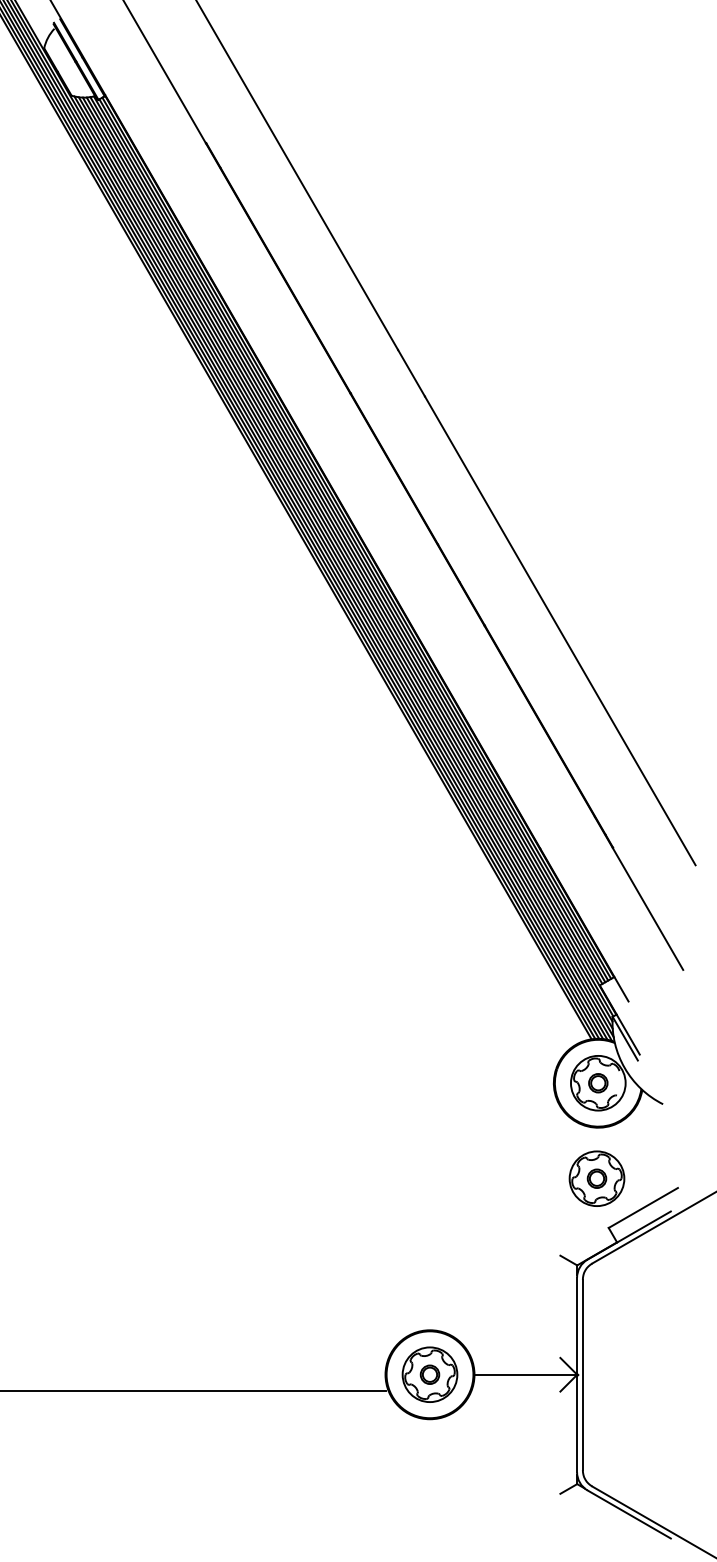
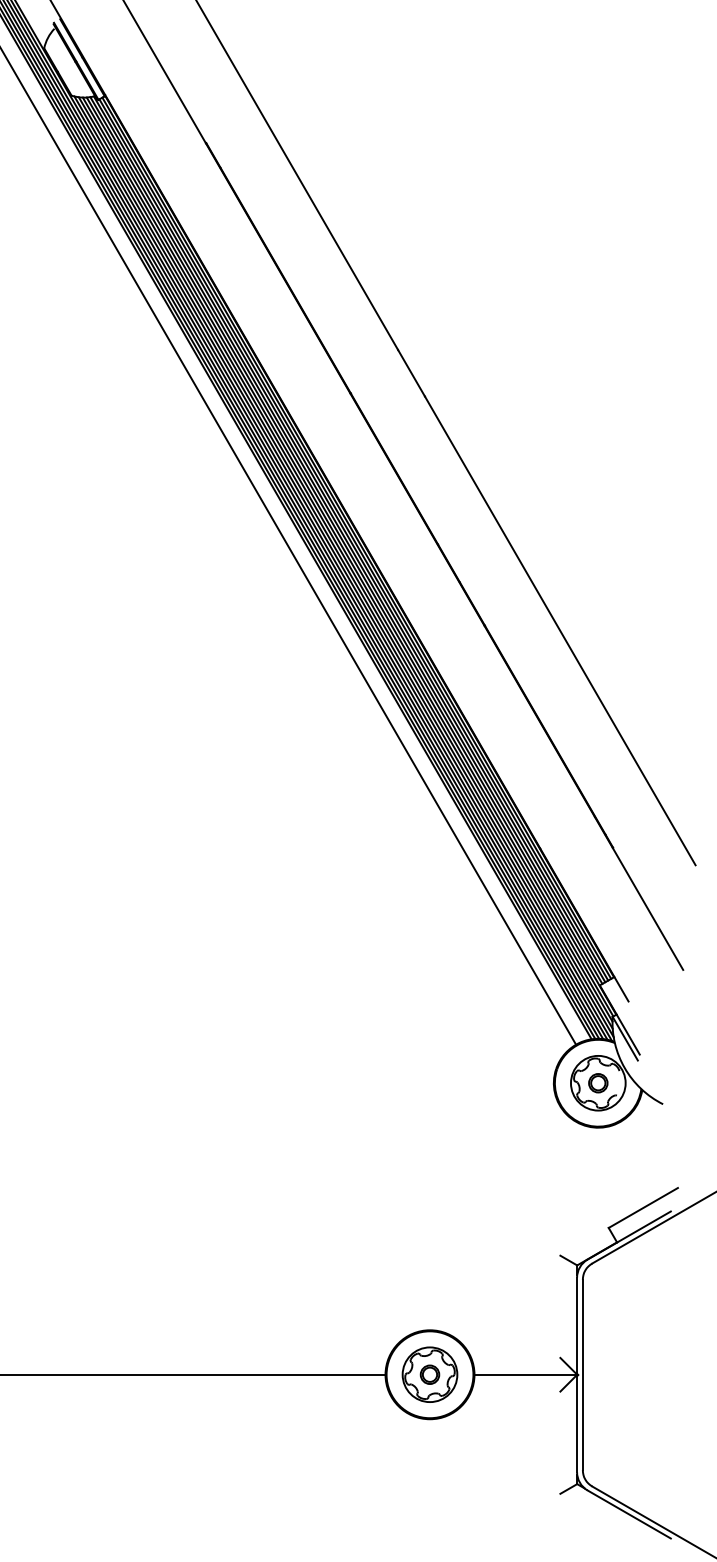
line at (289, 547): none -> present
part at (596, 1178): present -> none
line at (193, 1390) position: (193, 1390) -> (193, 1374)
